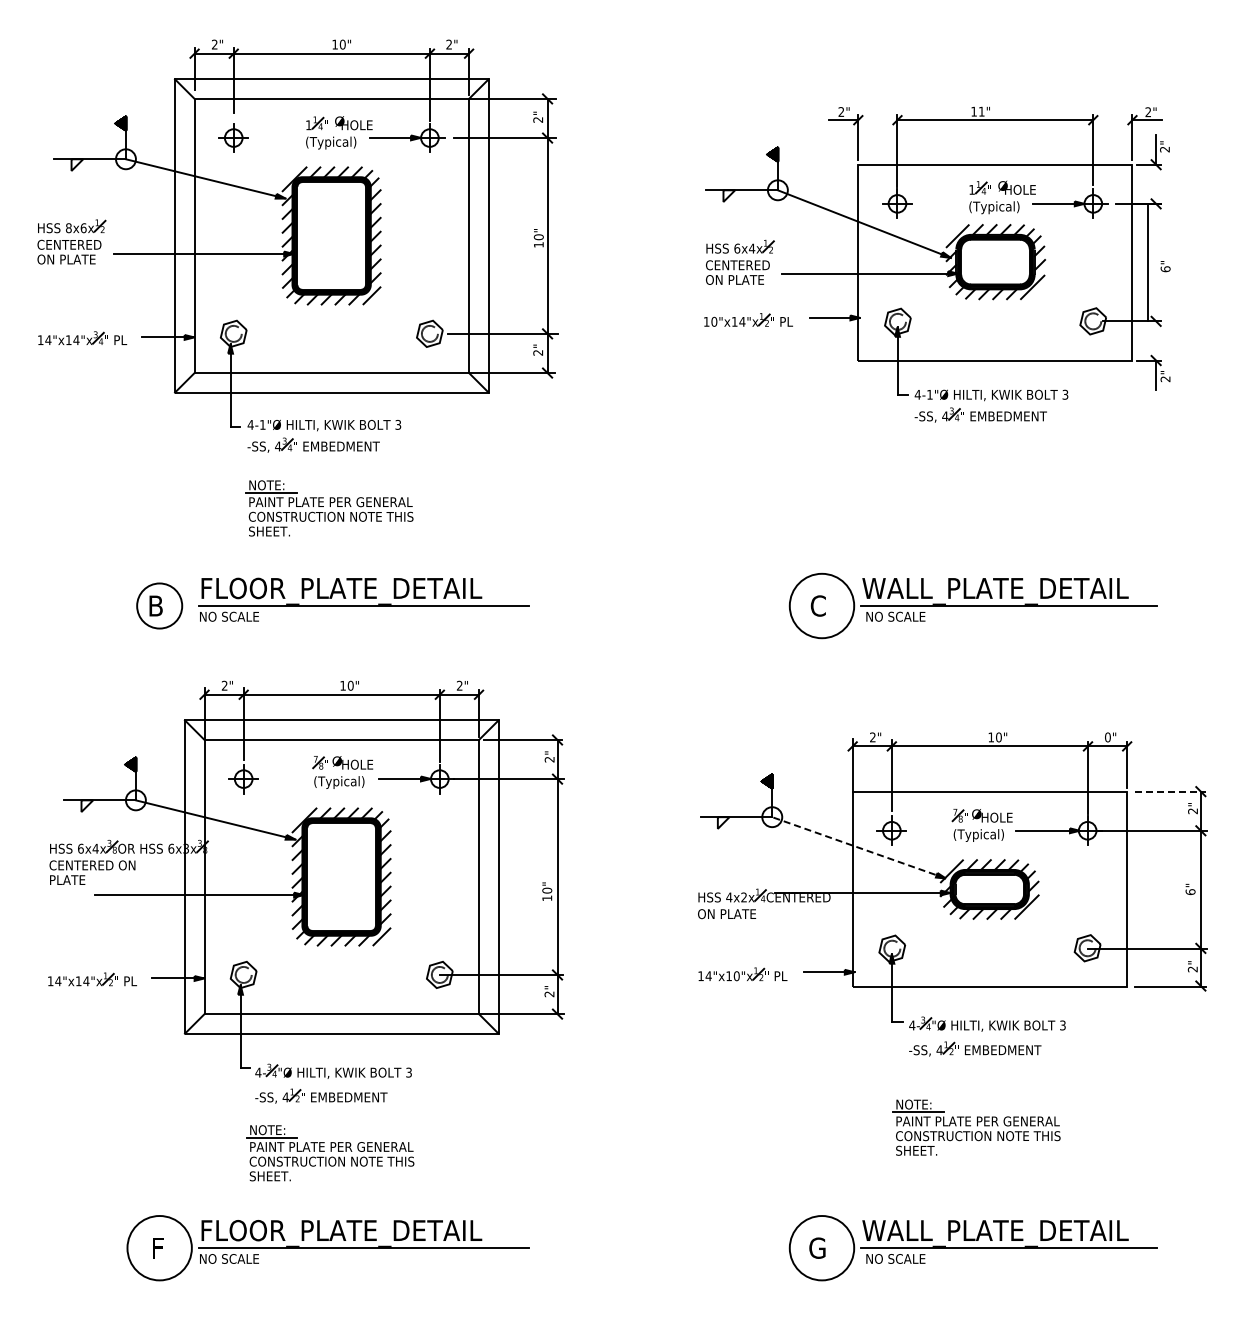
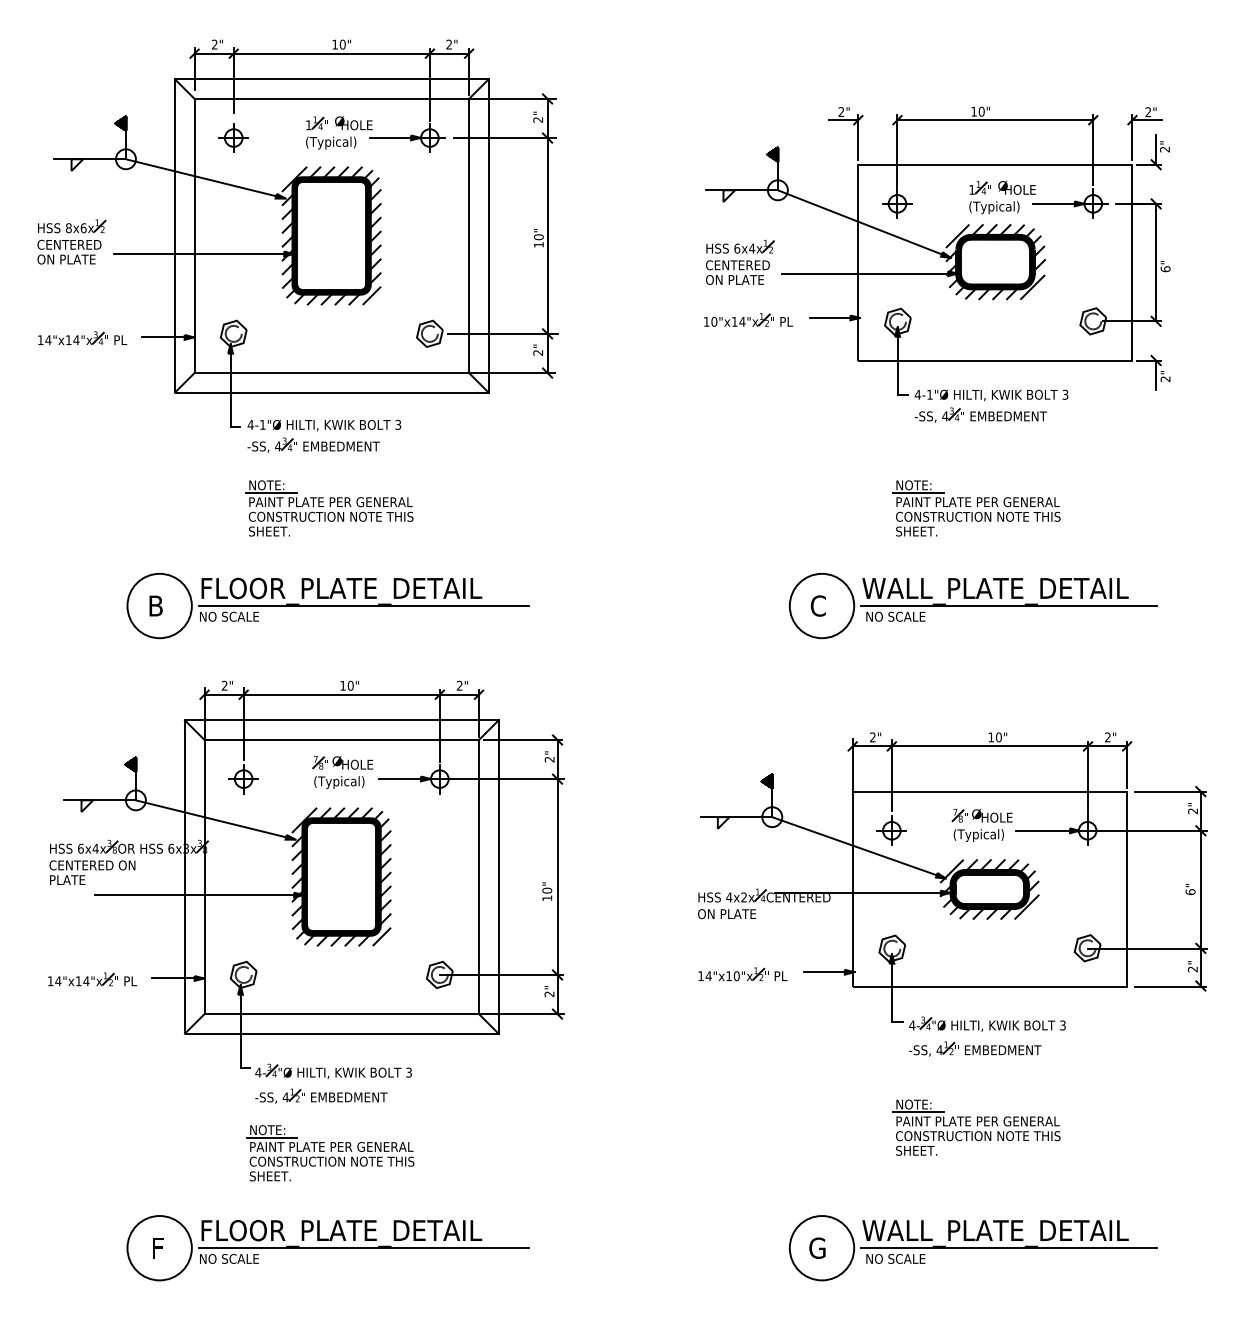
text at (981, 111): 11" -> 10"
line at (1148, 262) position: (1148, 262) -> (1156, 262)
part at (976, 508): none -> present
circle at (159, 605) diameter: 45 px -> 64 px
text at (1107, 737): 0" -> 2"
line at (1170, 791): dashed -> solid
line at (858, 847): dashed -> solid
